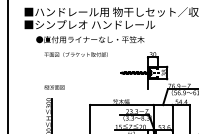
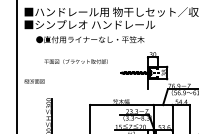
text at (75, 54) position: (75, 54) -> (75, 61)
line at (7, 66) position: (7, 66) -> (16, 66)
text at (54, 87) position: (54, 87) -> (34, 81)
